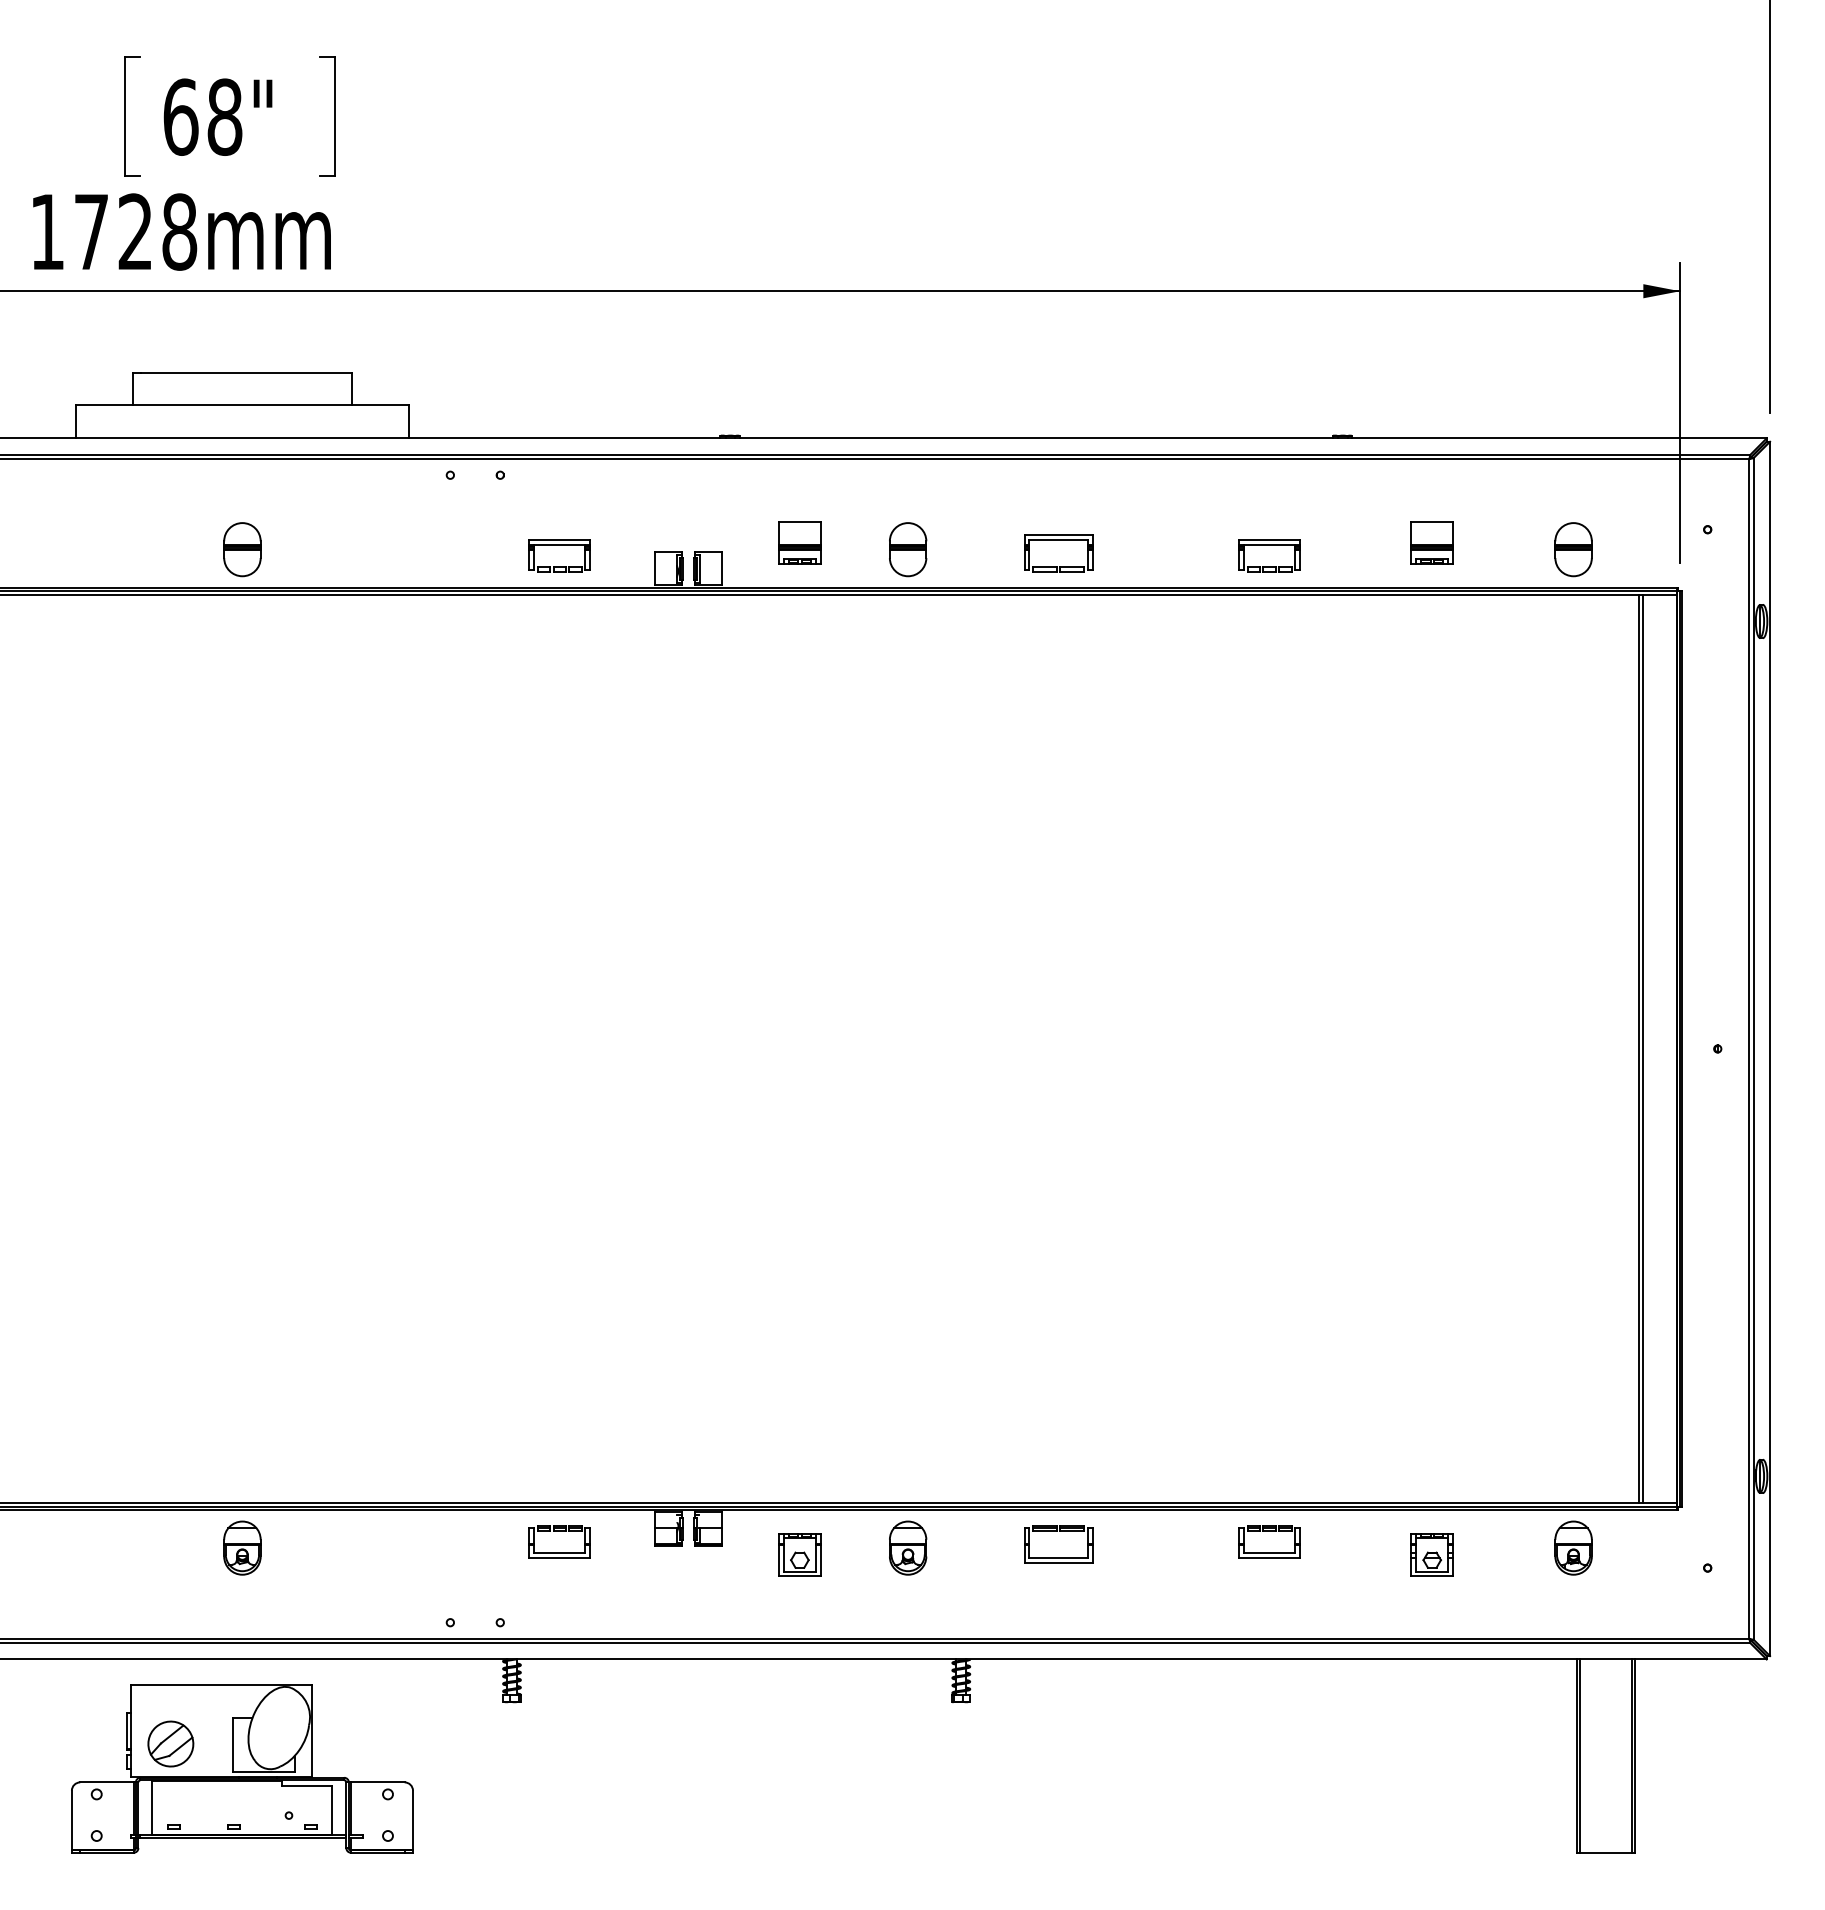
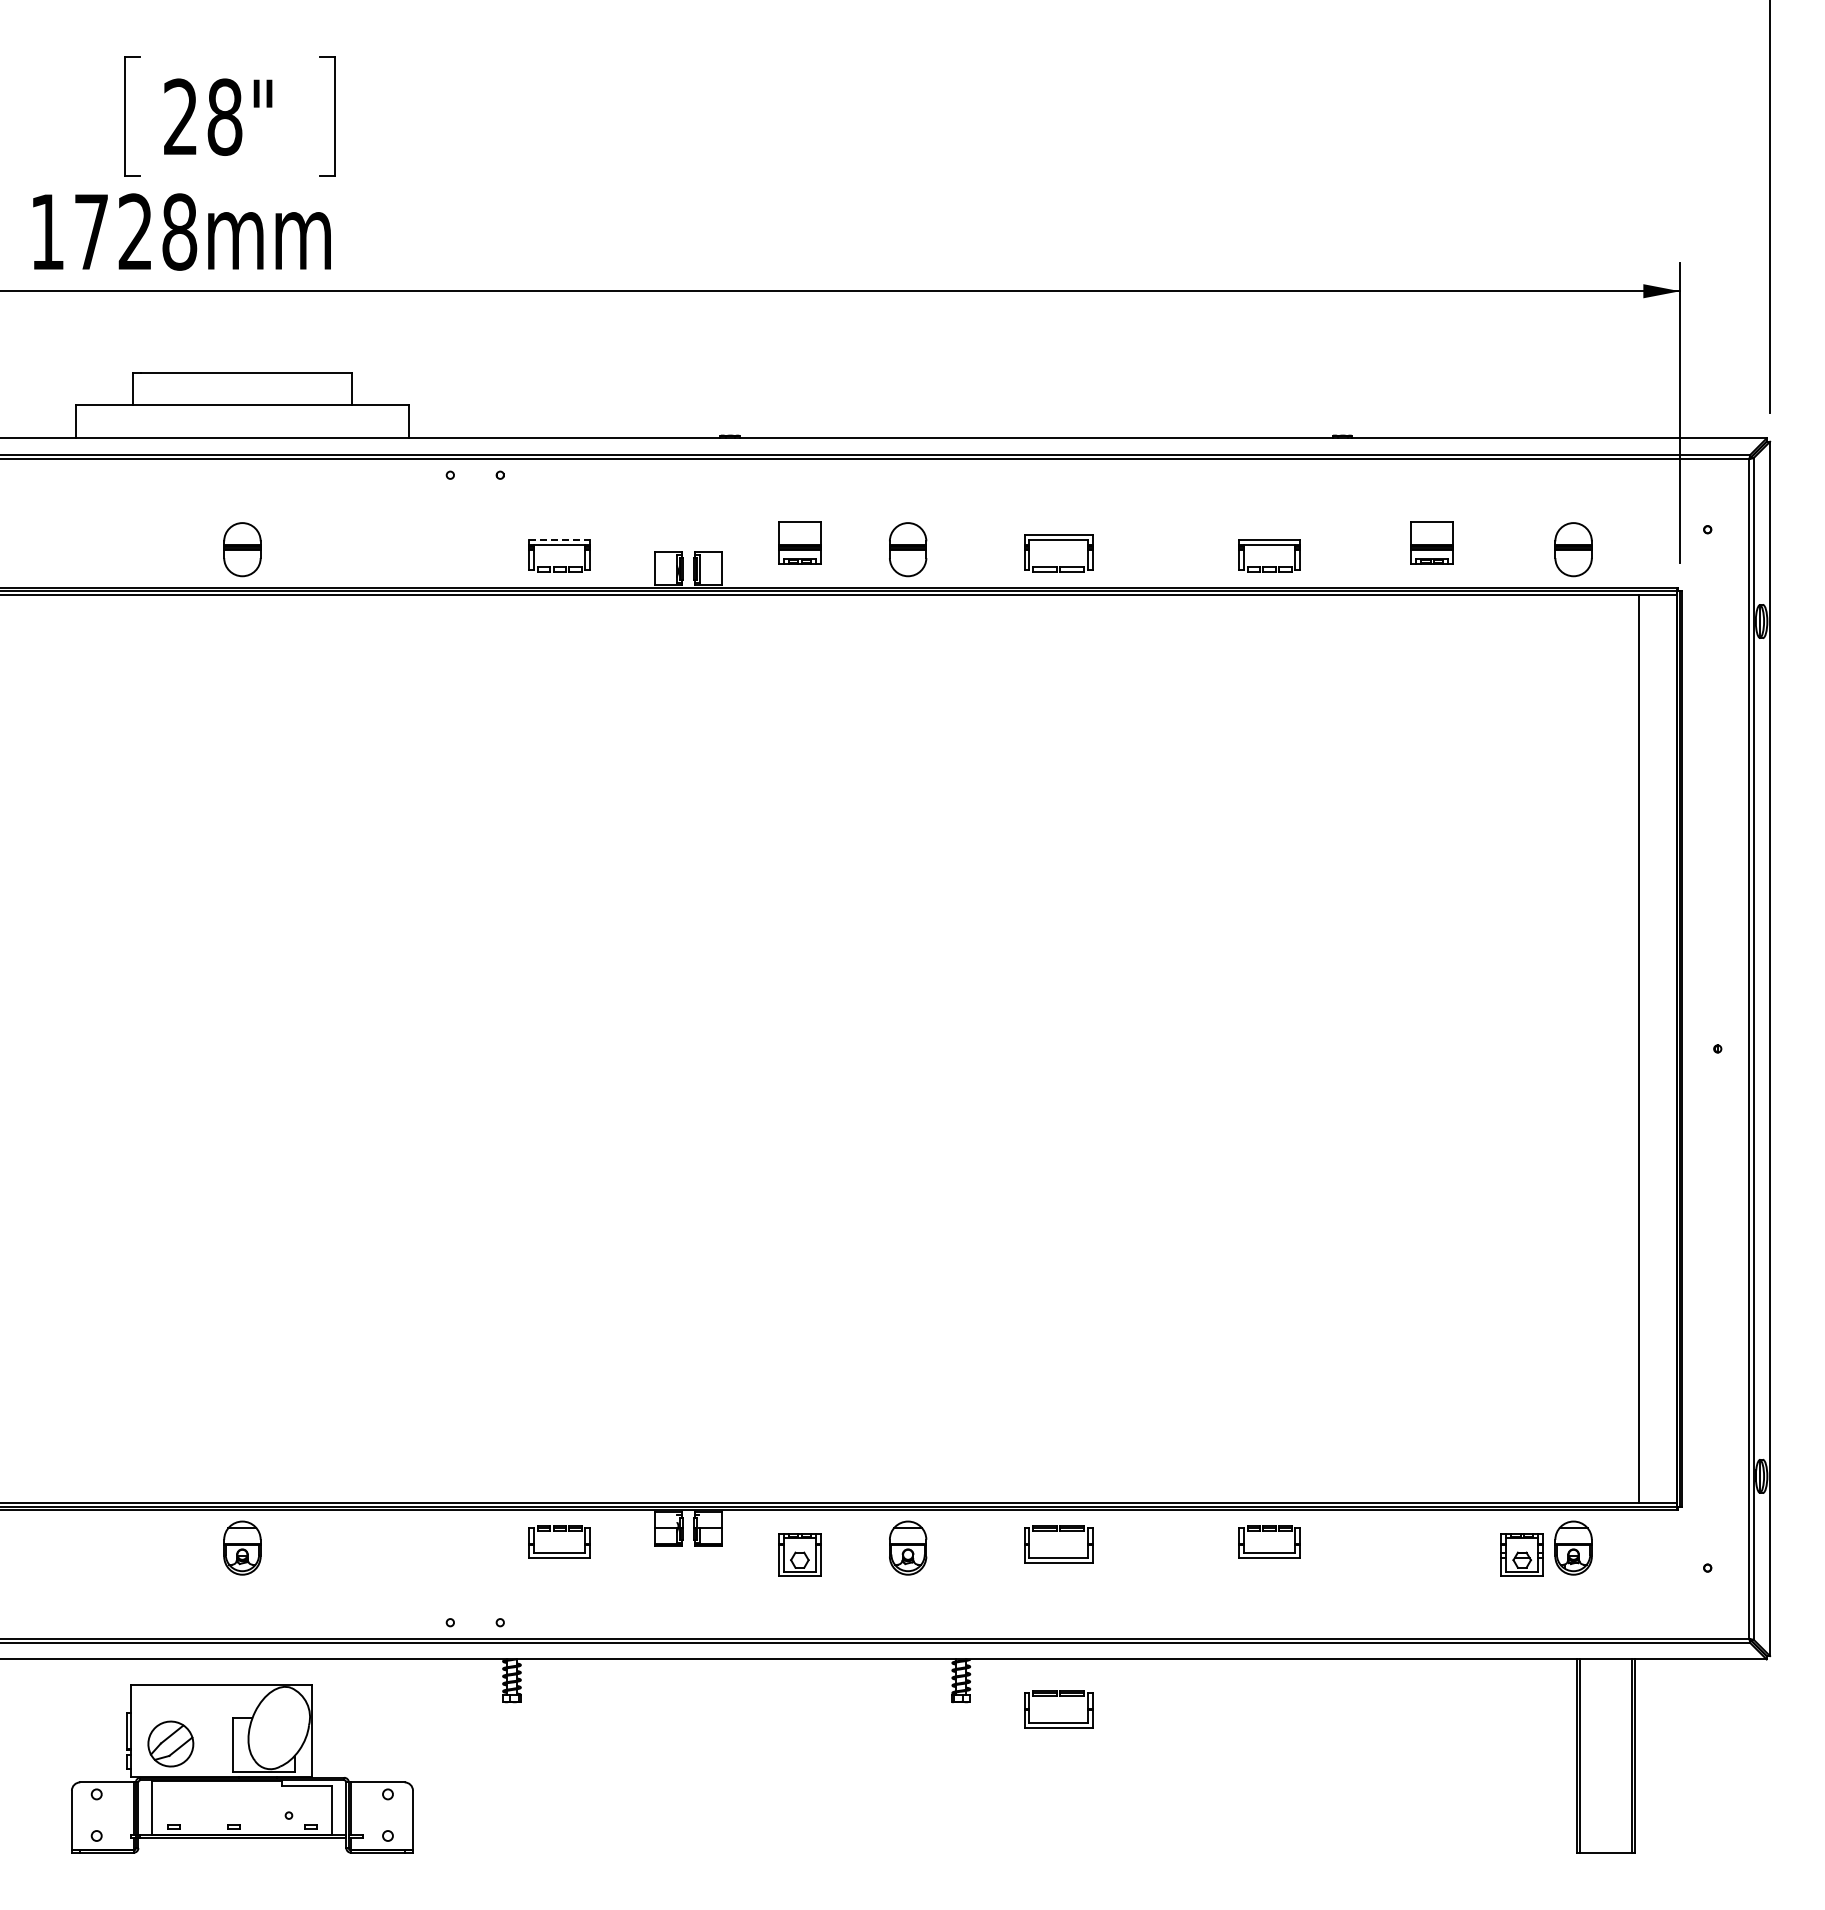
text at (180, 116): 68" -> 28"
line at (560, 539): solid -> dashed
line at (1642, 1048): present -> none
part at (1431, 1554) position: (1431, 1554) -> (1521, 1554)
part at (1058, 1722): none -> present
